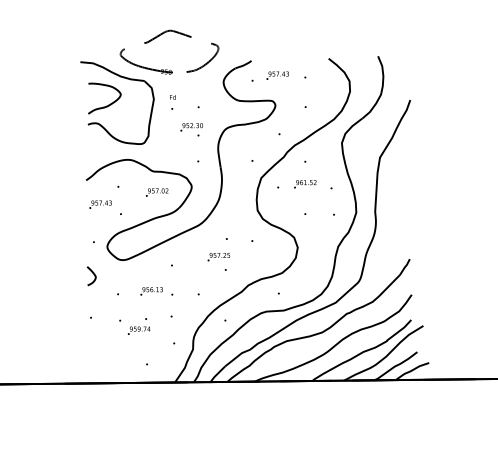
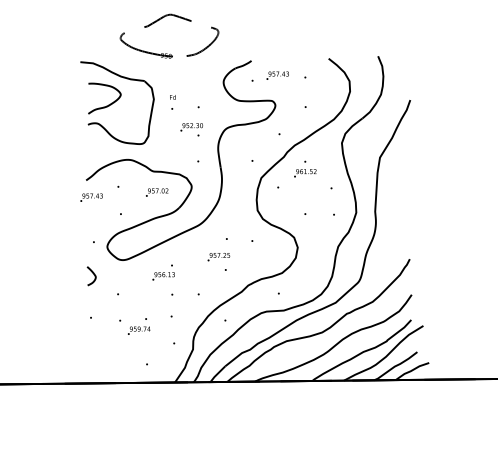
part at (161, 35) position: (161, 35) -> (161, 19)
text at (305, 184) position: (305, 184) -> (305, 173)
text at (100, 204) position: (100, 204) -> (91, 197)
text at (151, 291) position: (151, 291) -> (163, 276)
